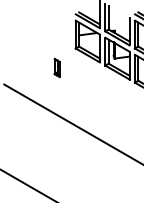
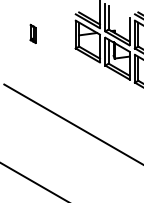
part at (56, 67) position: (56, 67) -> (32, 33)
line at (27, 184) position: (27, 184) -> (33, 181)
